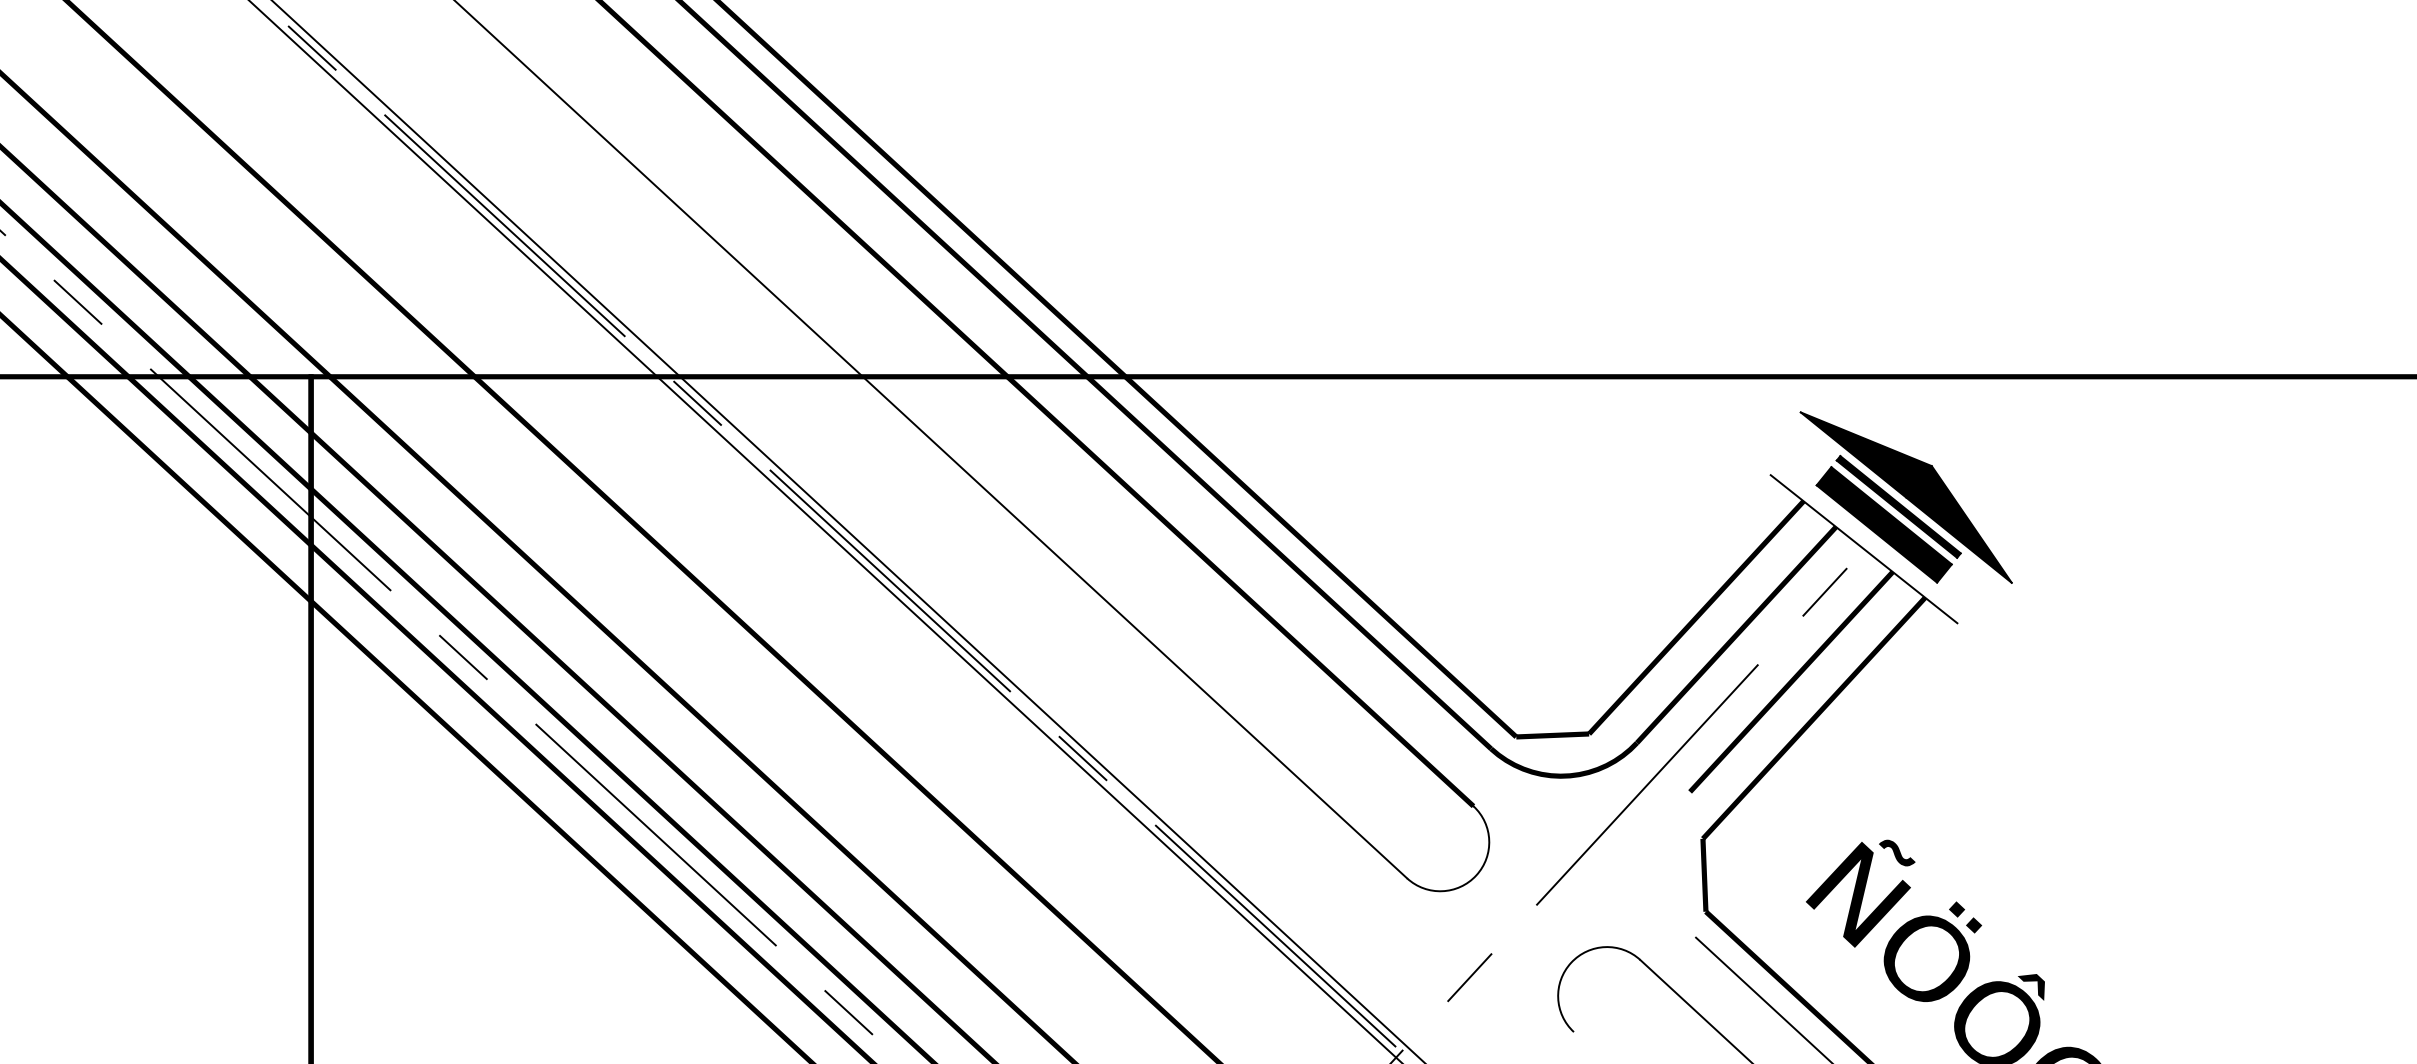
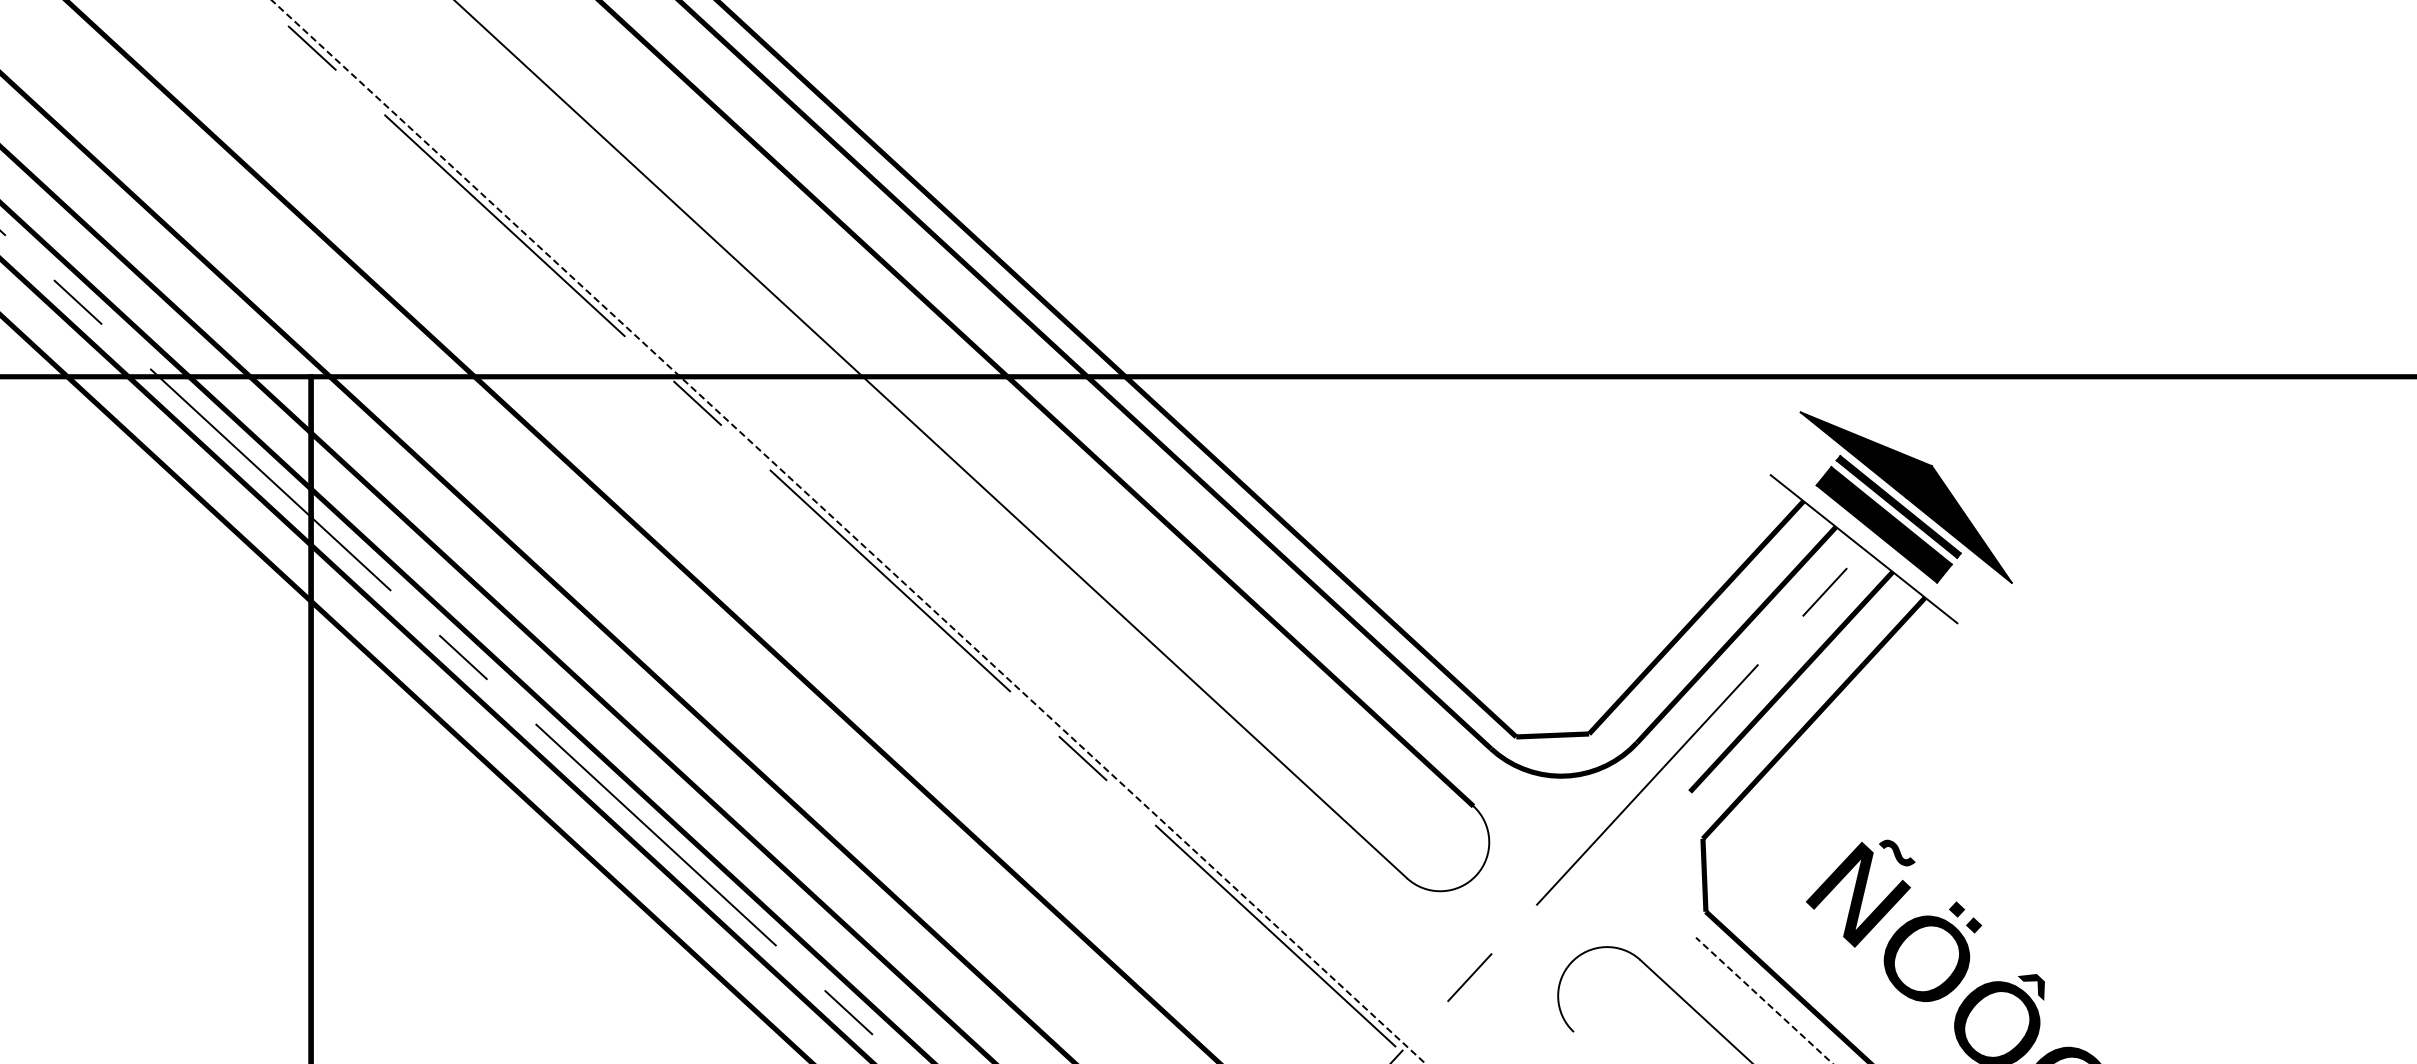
line at (825, 531): present -> none
line at (848, 532): solid -> dashed
line at (1764, 1000): solid -> dashed
